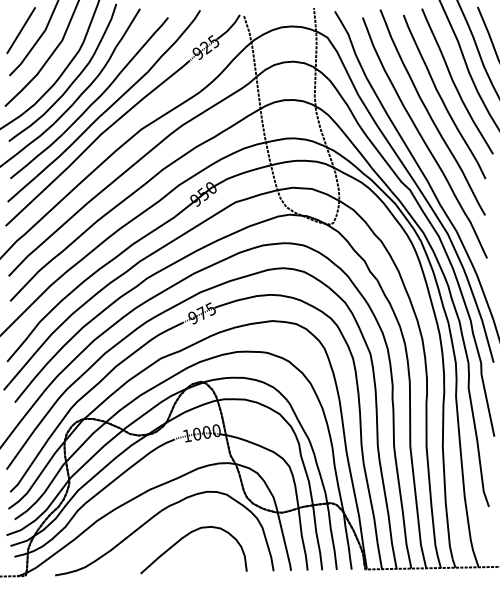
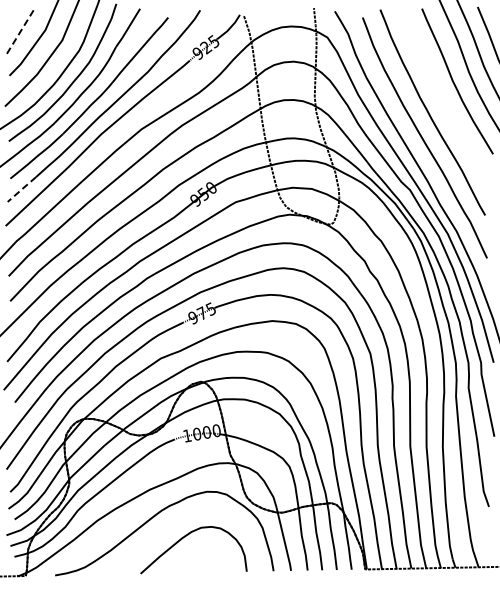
line at (21, 30): solid -> dashed
curve at (442, 98): present -> none
line at (21, 190): solid -> dashed
